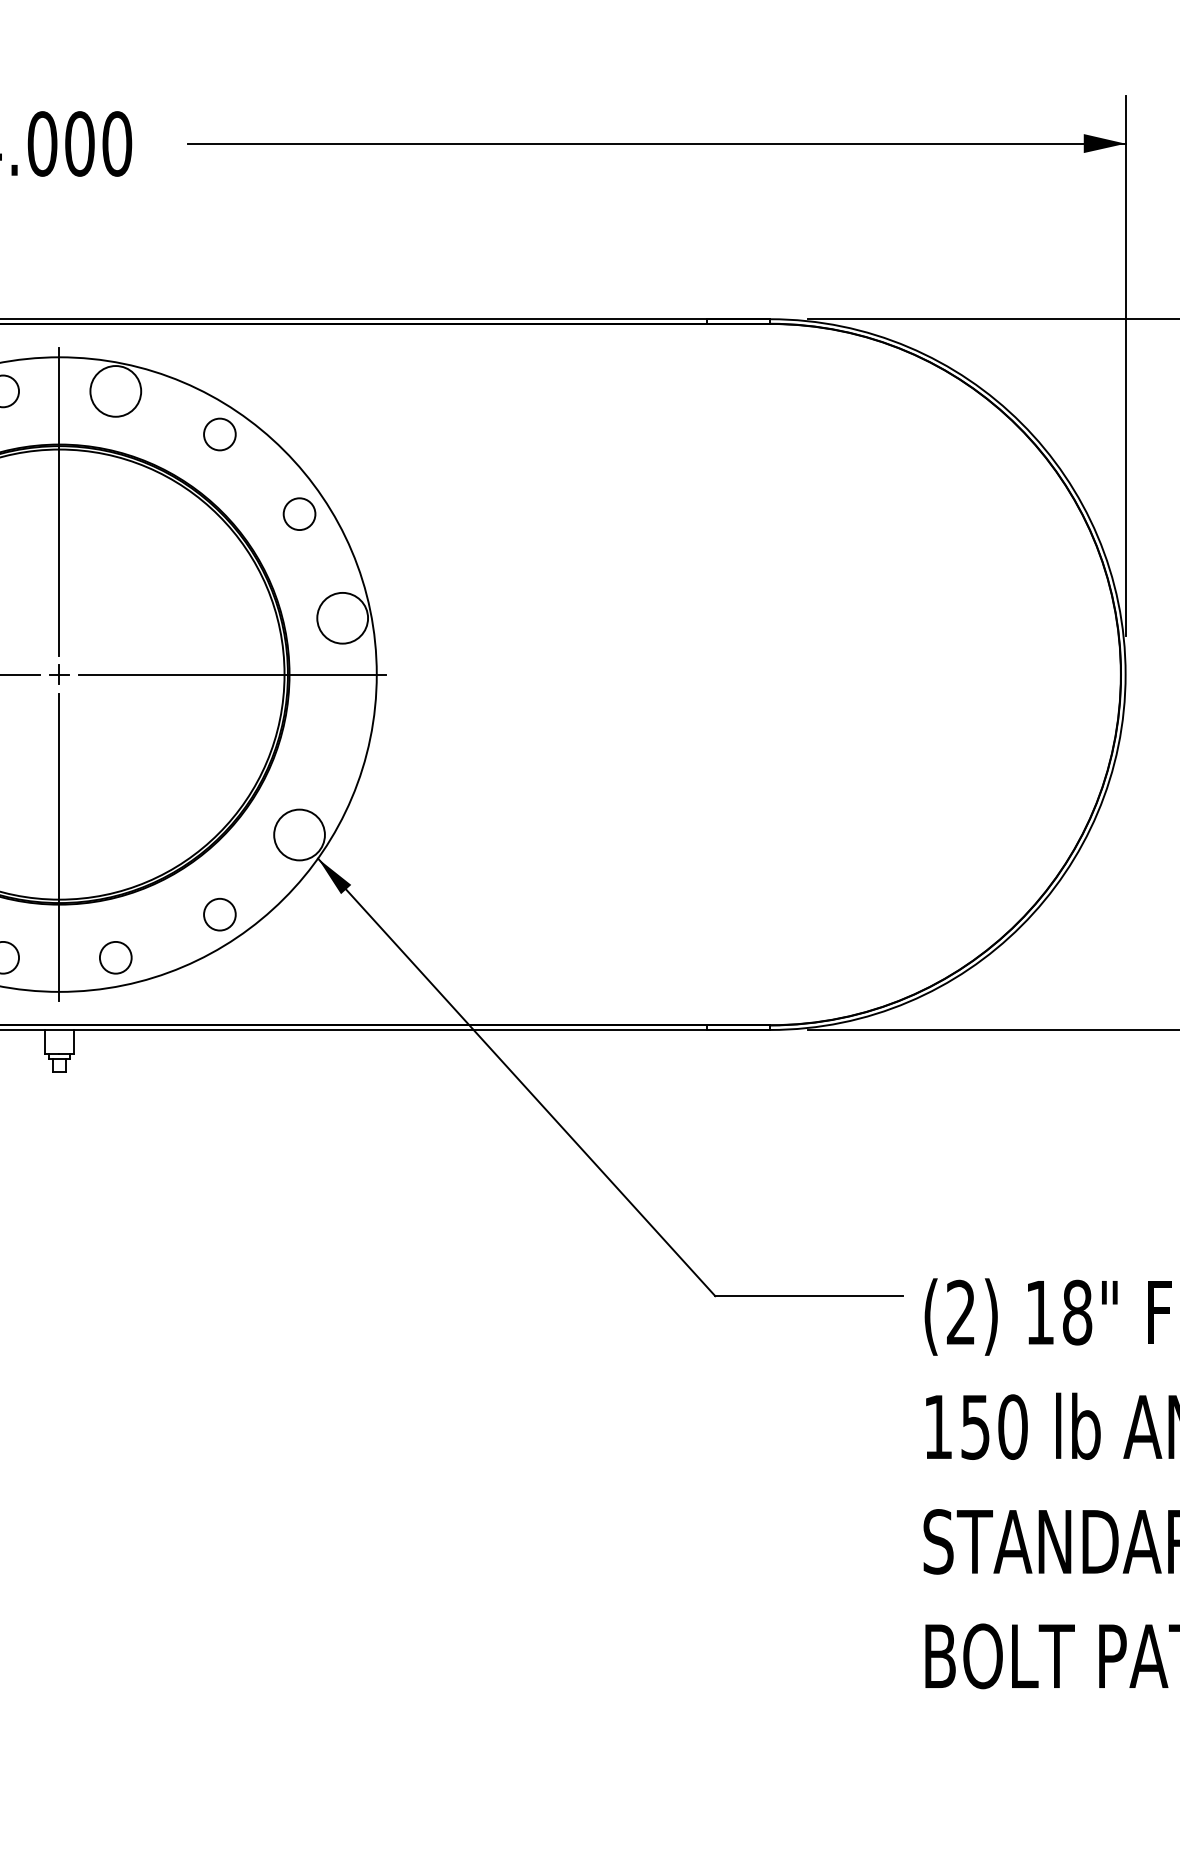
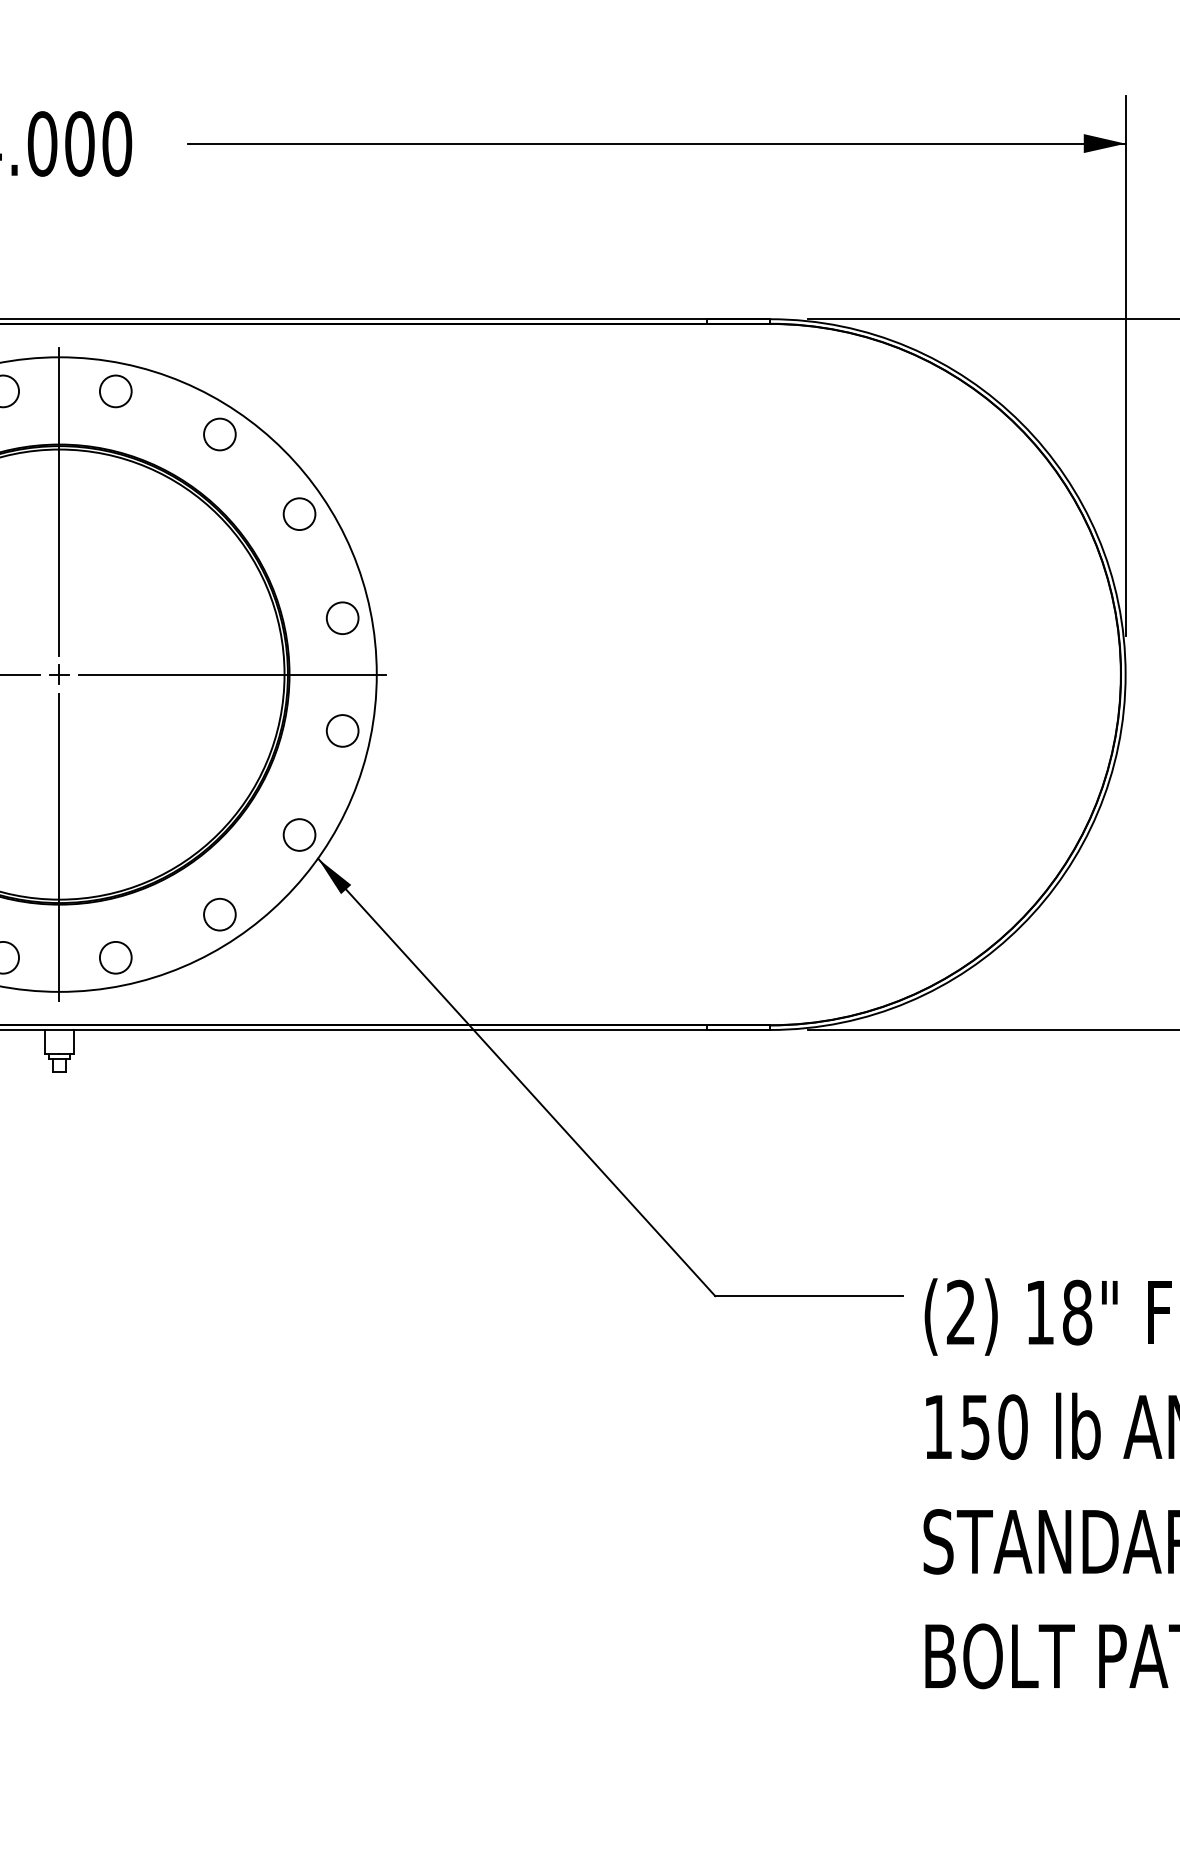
circle at (115, 391) diameter: 51 px -> 32 px
circle at (342, 617) diameter: 51 px -> 32 px
circle at (342, 730): none -> present
circle at (299, 834) diameter: 51 px -> 32 px
